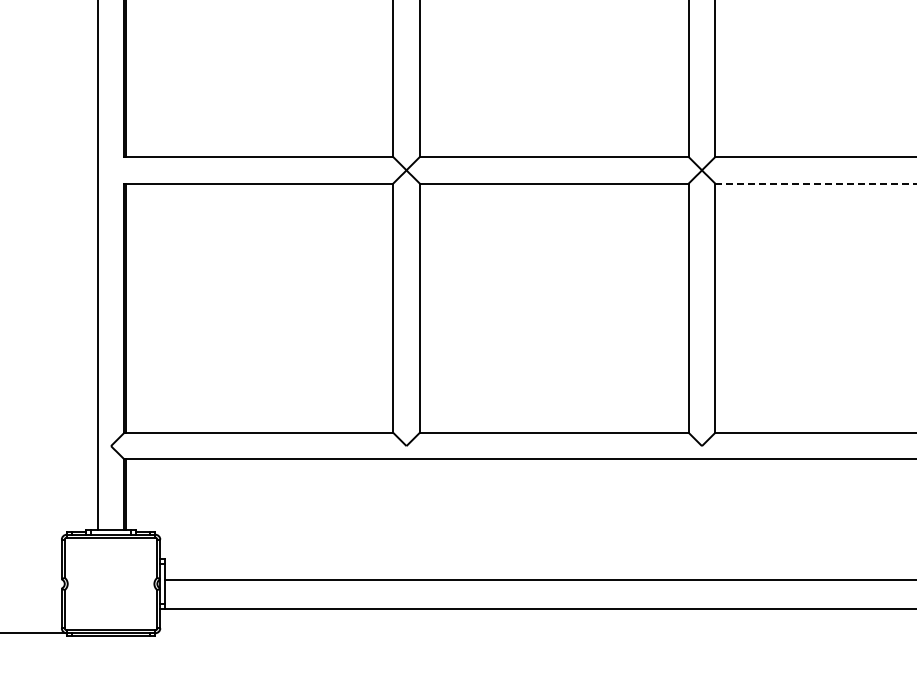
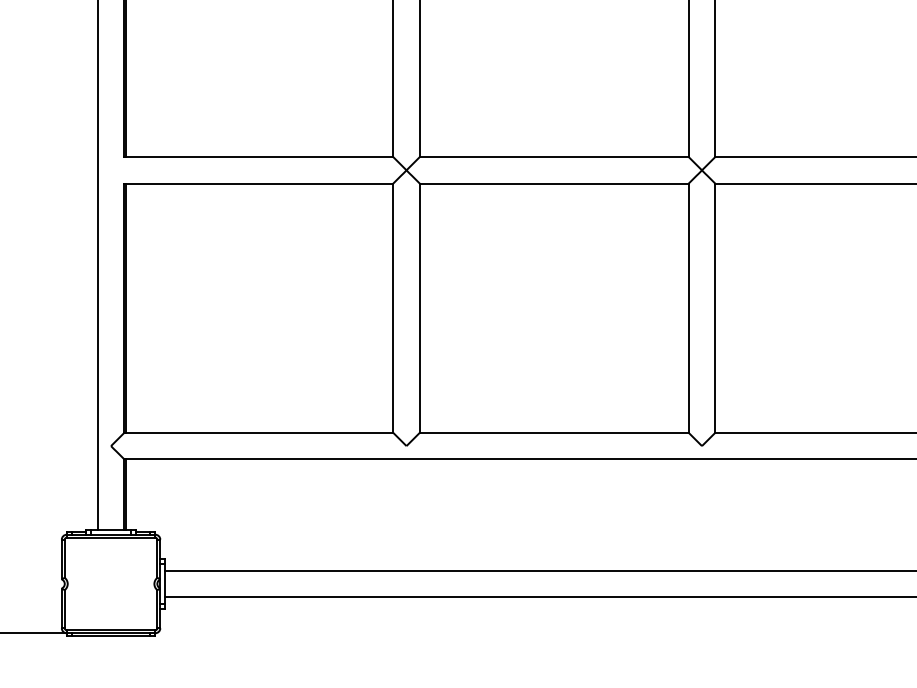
line at (816, 183): dashed -> solid
line at (539, 579) position: (539, 579) -> (539, 570)
line at (539, 609) position: (539, 609) -> (539, 597)
